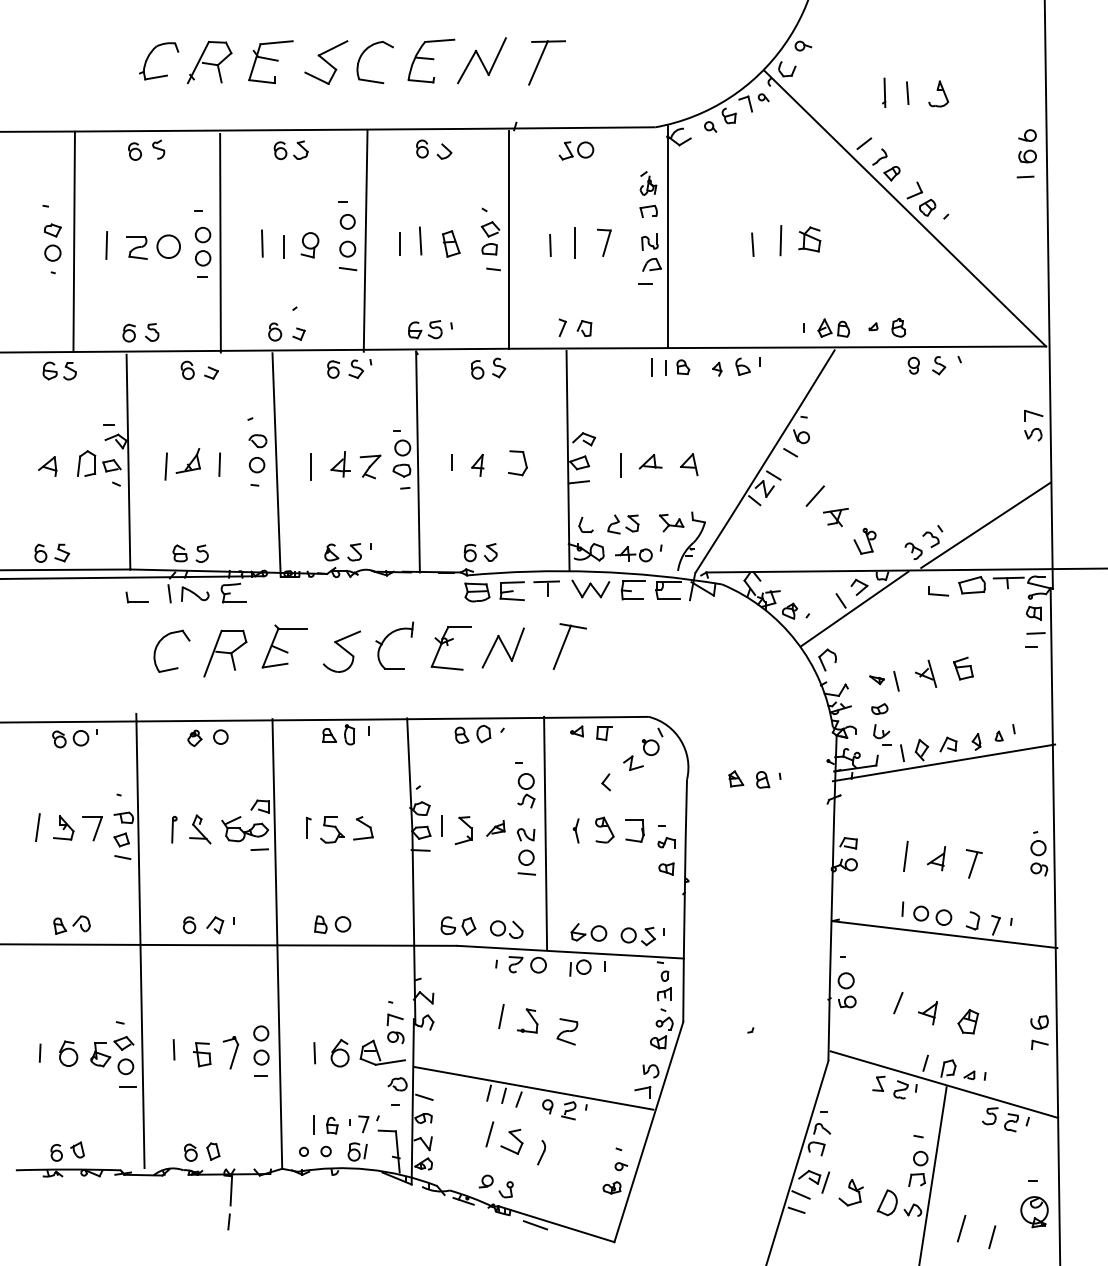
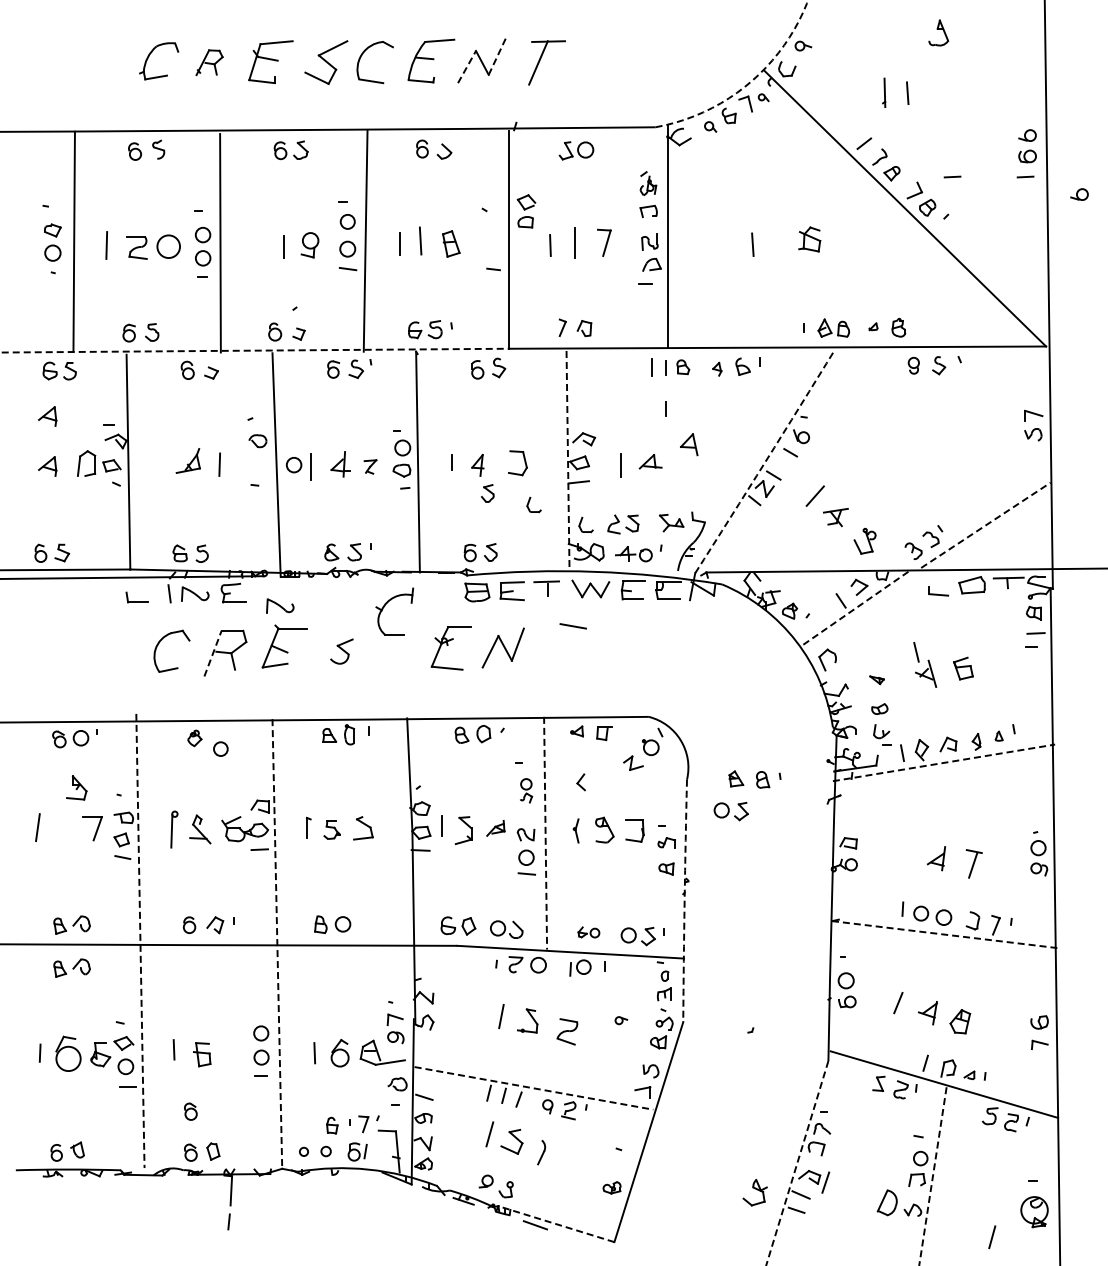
line at (497, 56): solid -> dashed
part at (209, 62) size: 47x44 px -> 29x28 px
line at (467, 66): solid -> dashed
arc at (749, 83): solid -> dashed
part at (938, 93) position: (938, 93) -> (938, 32)
line at (952, 176): none -> present
part at (1079, 194): none -> present
part at (490, 238) position: (490, 238) -> (526, 211)
line at (780, 240): present -> none
line at (262, 243): present -> none
line at (255, 350): solid -> dashed
line at (665, 408): none -> present
part at (47, 416): none -> present
line at (568, 460): solid -> dashed
arc at (765, 461): solid -> dashed
part at (689, 464) position: (689, 464) -> (689, 444)
circle at (257, 465) position: (257, 465) -> (294, 465)
line at (166, 466): present -> none
part at (370, 466) size: 23x26 px -> 15x16 px
part at (487, 493): none -> present
part at (533, 504): none -> present
line at (985, 525): solid -> dashed
part at (280, 605): none -> present
line at (854, 609): solid -> dashed
part at (385, 640) position: (385, 640) -> (385, 606)
line at (562, 647): present -> none
part at (341, 651) size: 39x43 px -> 24x27 px
line at (213, 653): solid -> dashed
line at (896, 681) position: (896, 681) -> (916, 652)
circle at (220, 736) position: (220, 736) -> (220, 748)
line at (944, 762): solid -> dashed
part at (605, 782) position: (605, 782) -> (580, 782)
part at (526, 790) size: 19x36 px -> 14x26 px
part at (730, 811): none -> present
part at (63, 827) position: (63, 827) -> (76, 787)
part at (174, 829) size: 7x28 px -> 9x39 px
part at (332, 829) size: 25x28 px -> 18x20 px
line at (545, 833): solid -> dashed
line at (905, 856): present -> none
arc at (684, 900): solid -> dashed
part at (588, 932) size: 38x19 px -> 24x13 px
line at (944, 934): solid -> dashed
line at (140, 941): solid -> dashed
line at (277, 943): solid -> dashed
part at (71, 967): none -> present
part at (968, 1021) position: (968, 1021) -> (960, 1021)
part at (230, 1052): present -> none
part at (68, 1053) size: 20x27 px -> 27x37 px
line at (534, 1088): solid -> dashed
part at (190, 1111): none -> present
line at (313, 1124): present -> none
line at (797, 1163): solid -> dashed
part at (621, 1166) position: (621, 1166) -> (621, 1020)
line at (932, 1176): solid -> dashed
part at (850, 1192) position: (850, 1192) -> (754, 1192)
line at (556, 1224): solid -> dashed
line at (961, 1228): present -> none
